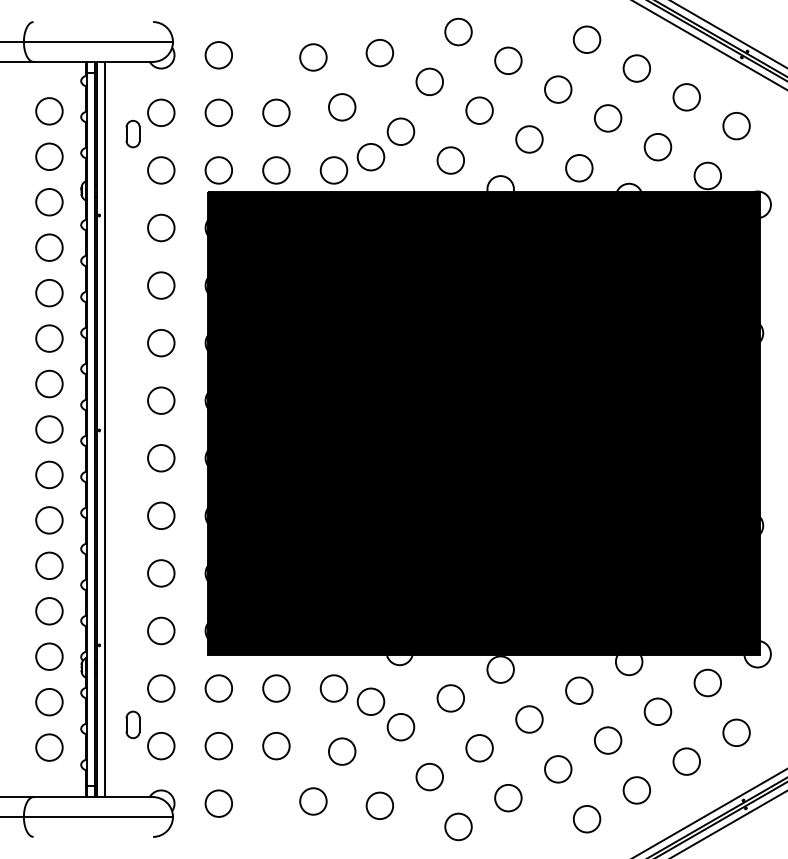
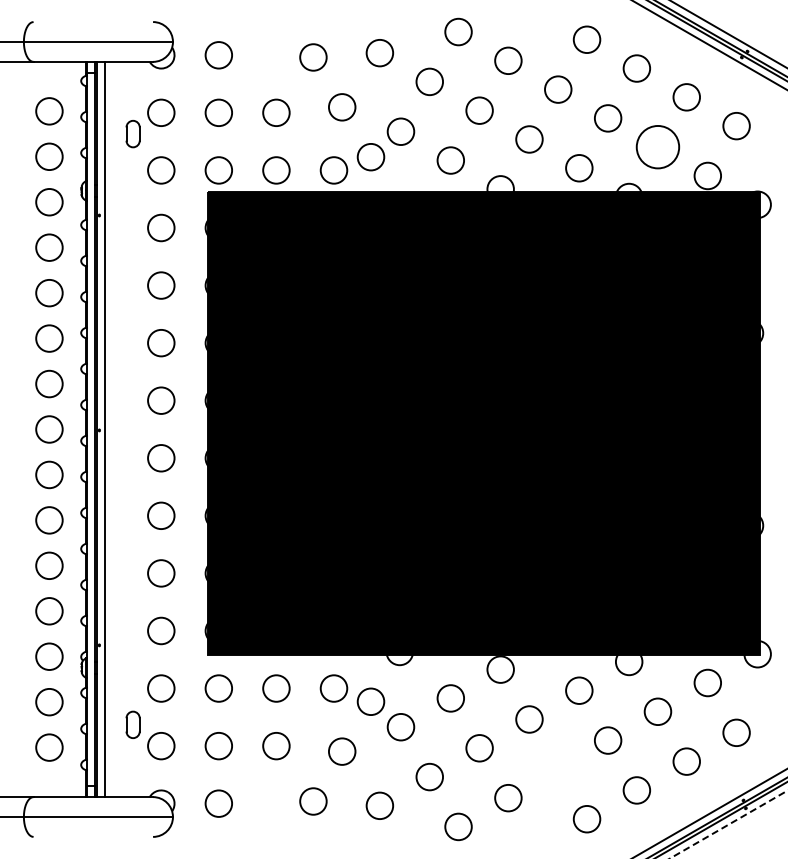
circle at (657, 146) diameter: 27 px -> 42 px
circle at (558, 769): present -> none
line at (728, 824): solid -> dashed
